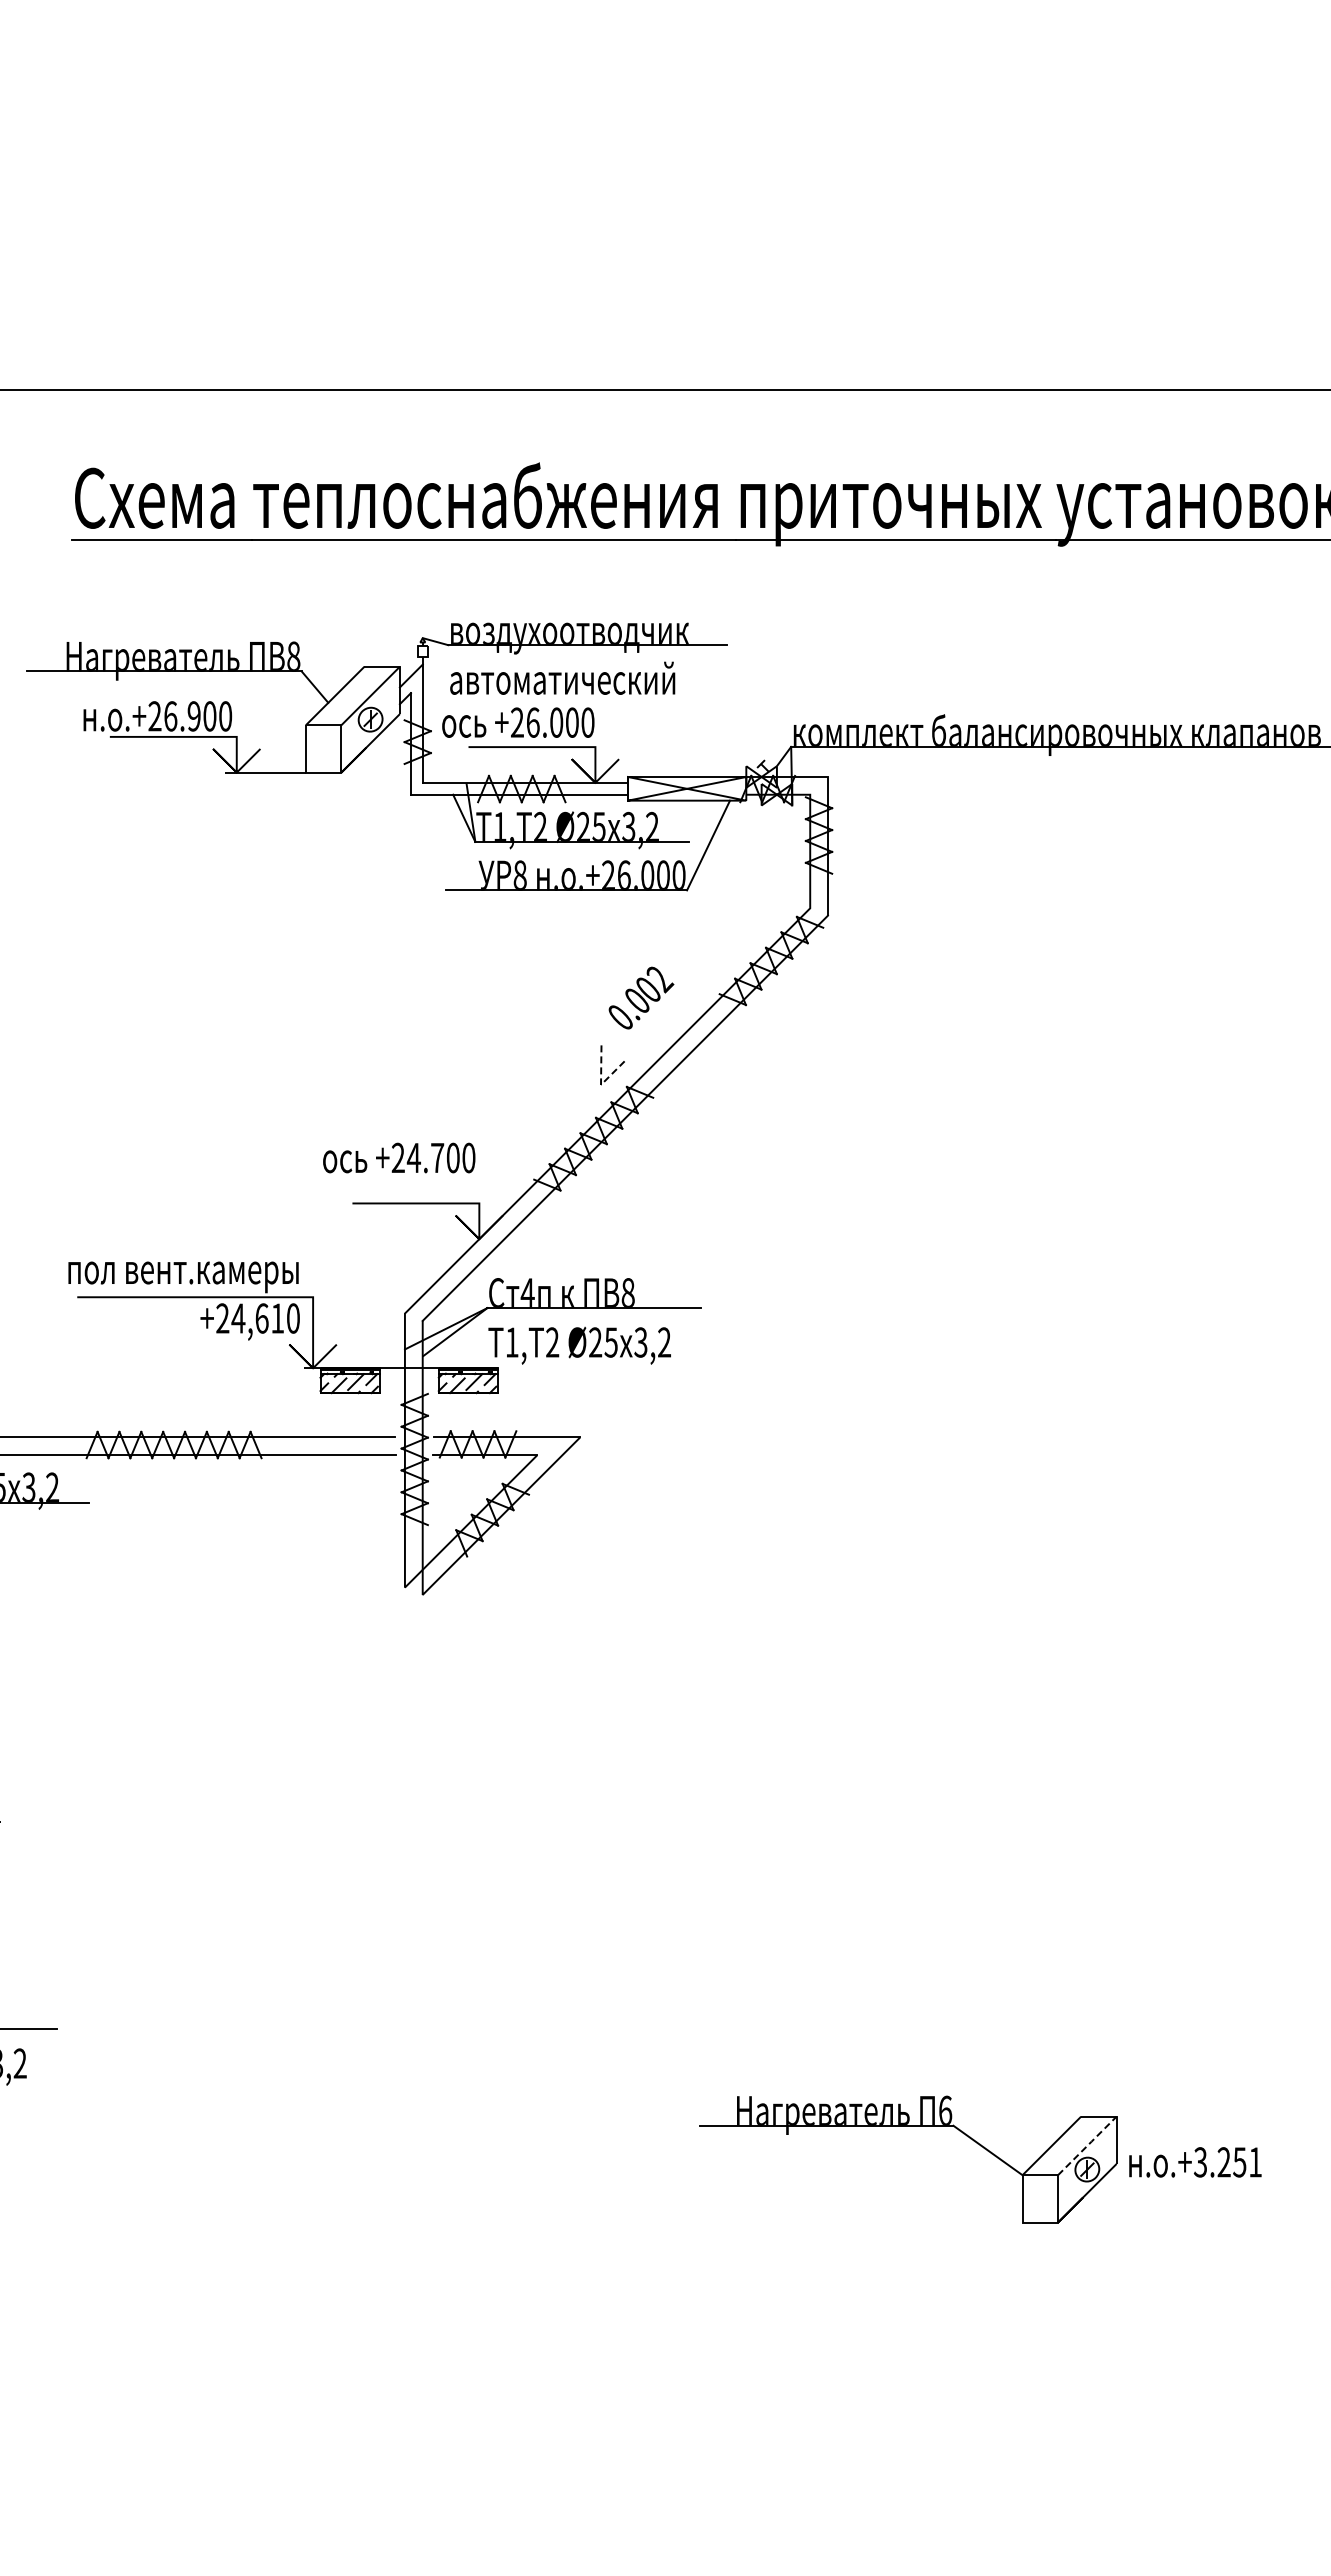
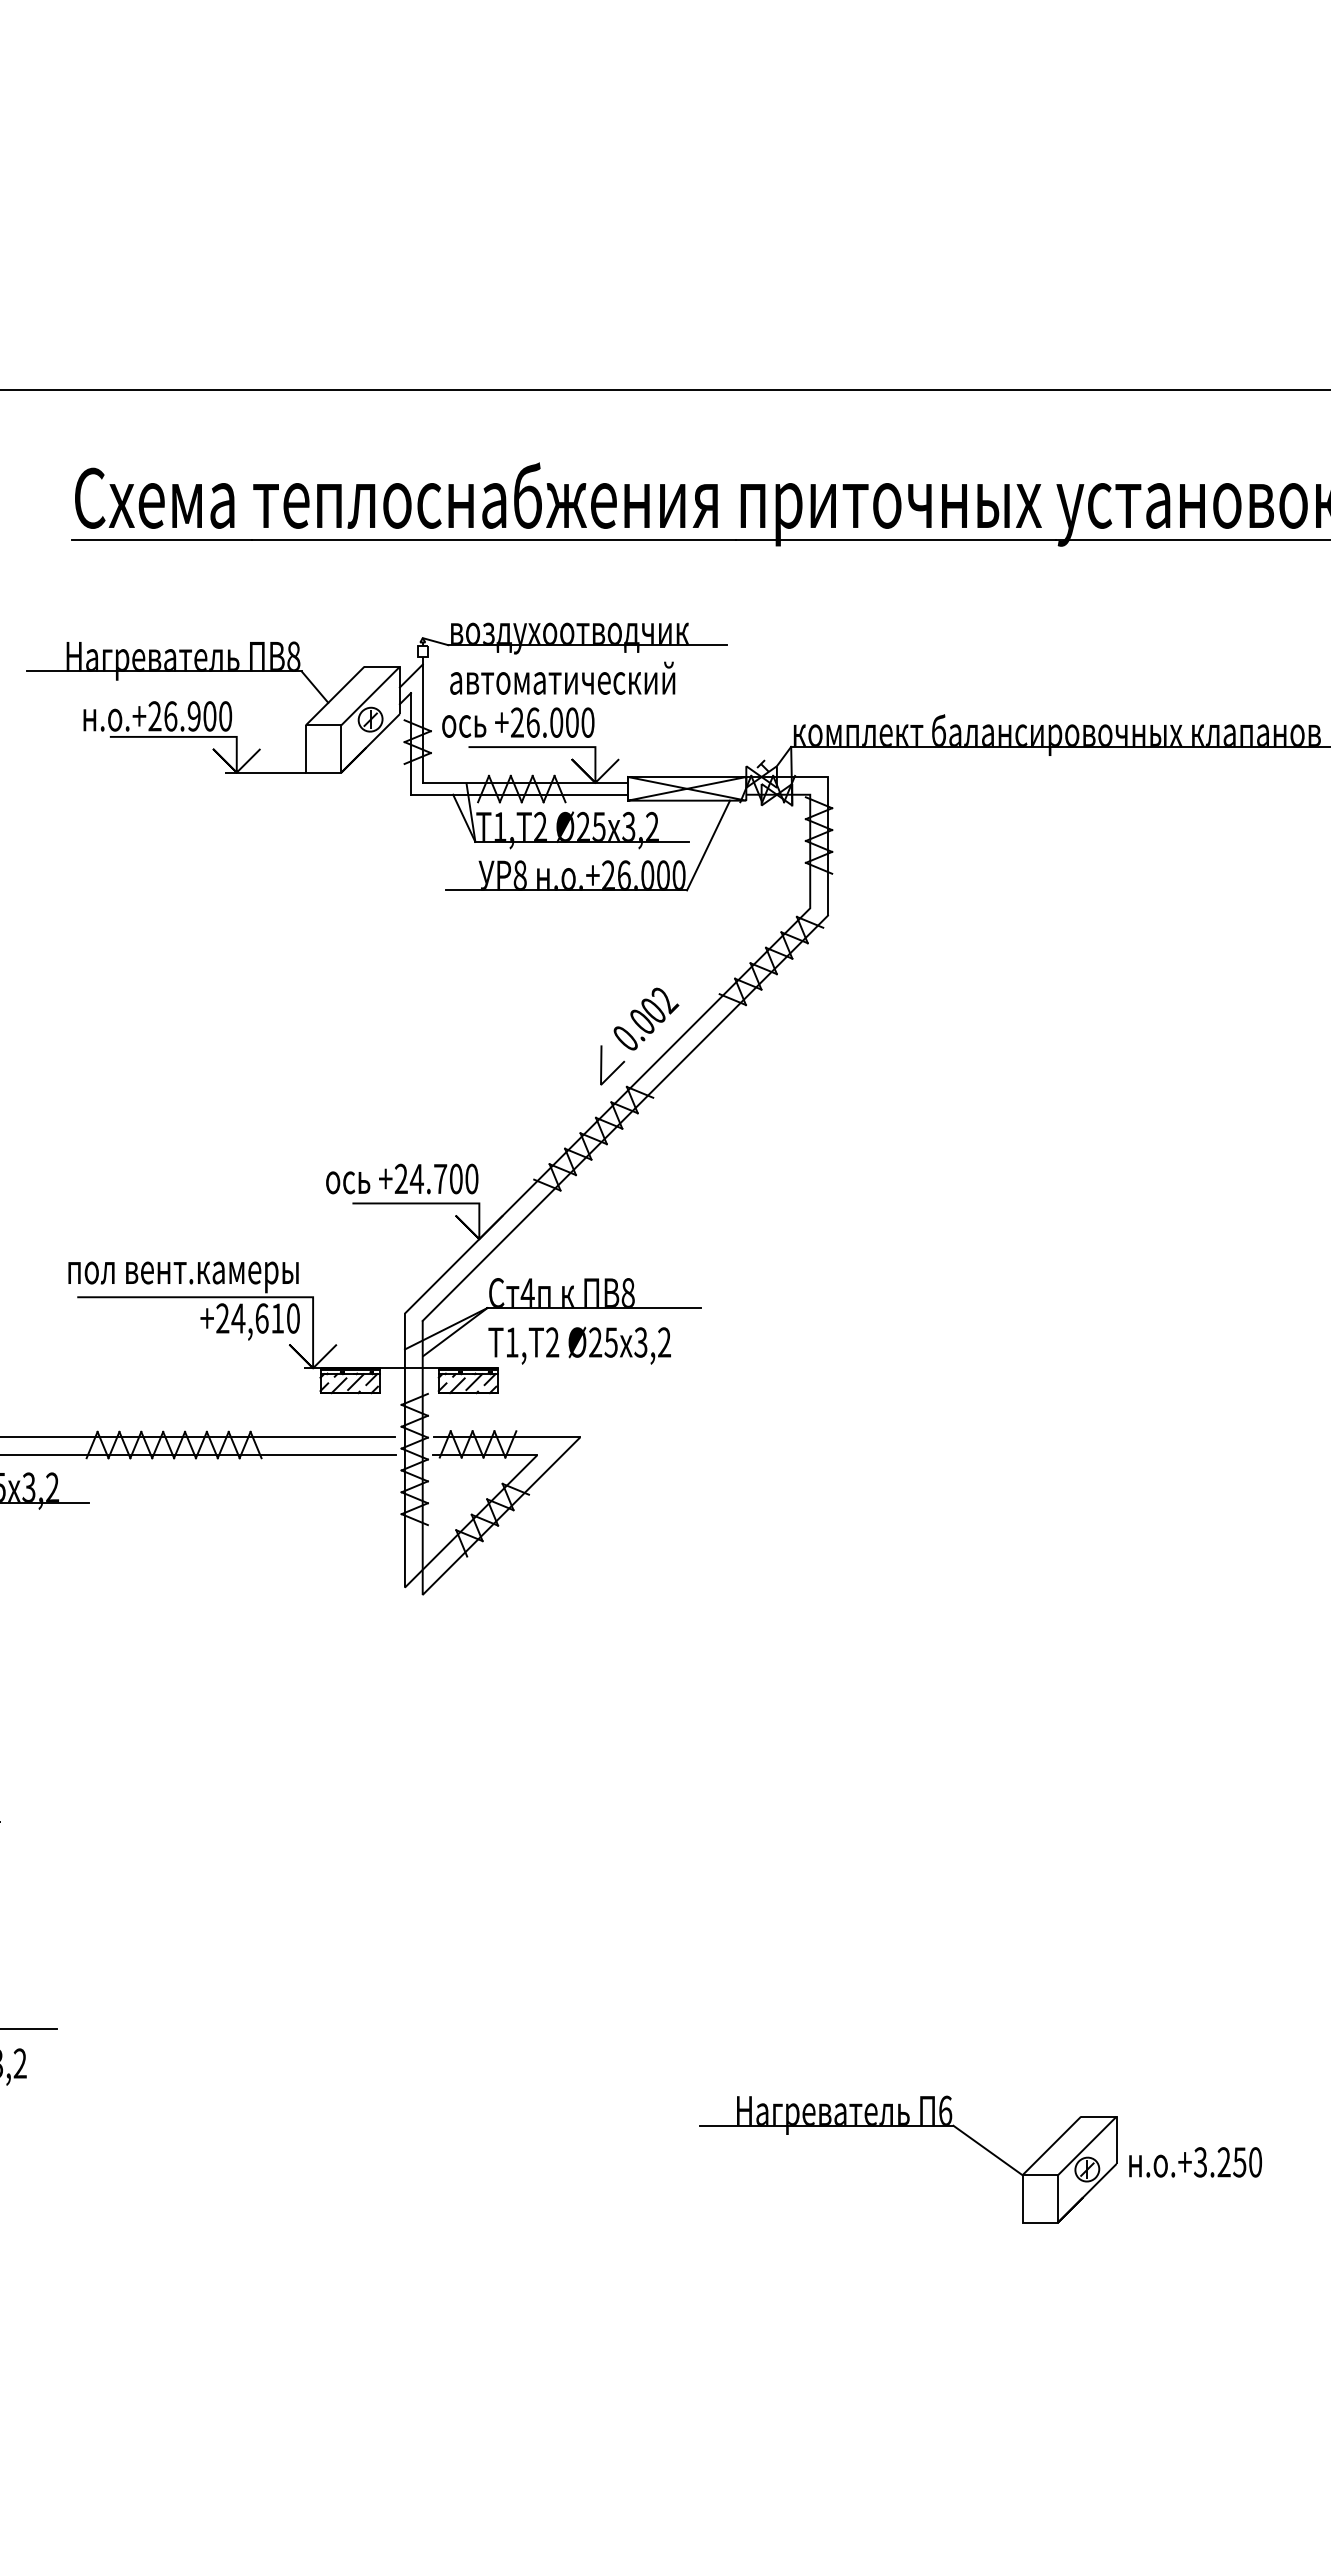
text at (641, 997) position: (641, 997) -> (646, 1018)
line at (601, 1082): dashed -> solid
text at (399, 1157) position: (399, 1157) -> (402, 1178)
line at (1088, 2145): dashed -> solid
text at (1255, 2162): .+3.251 -> .+3.250
